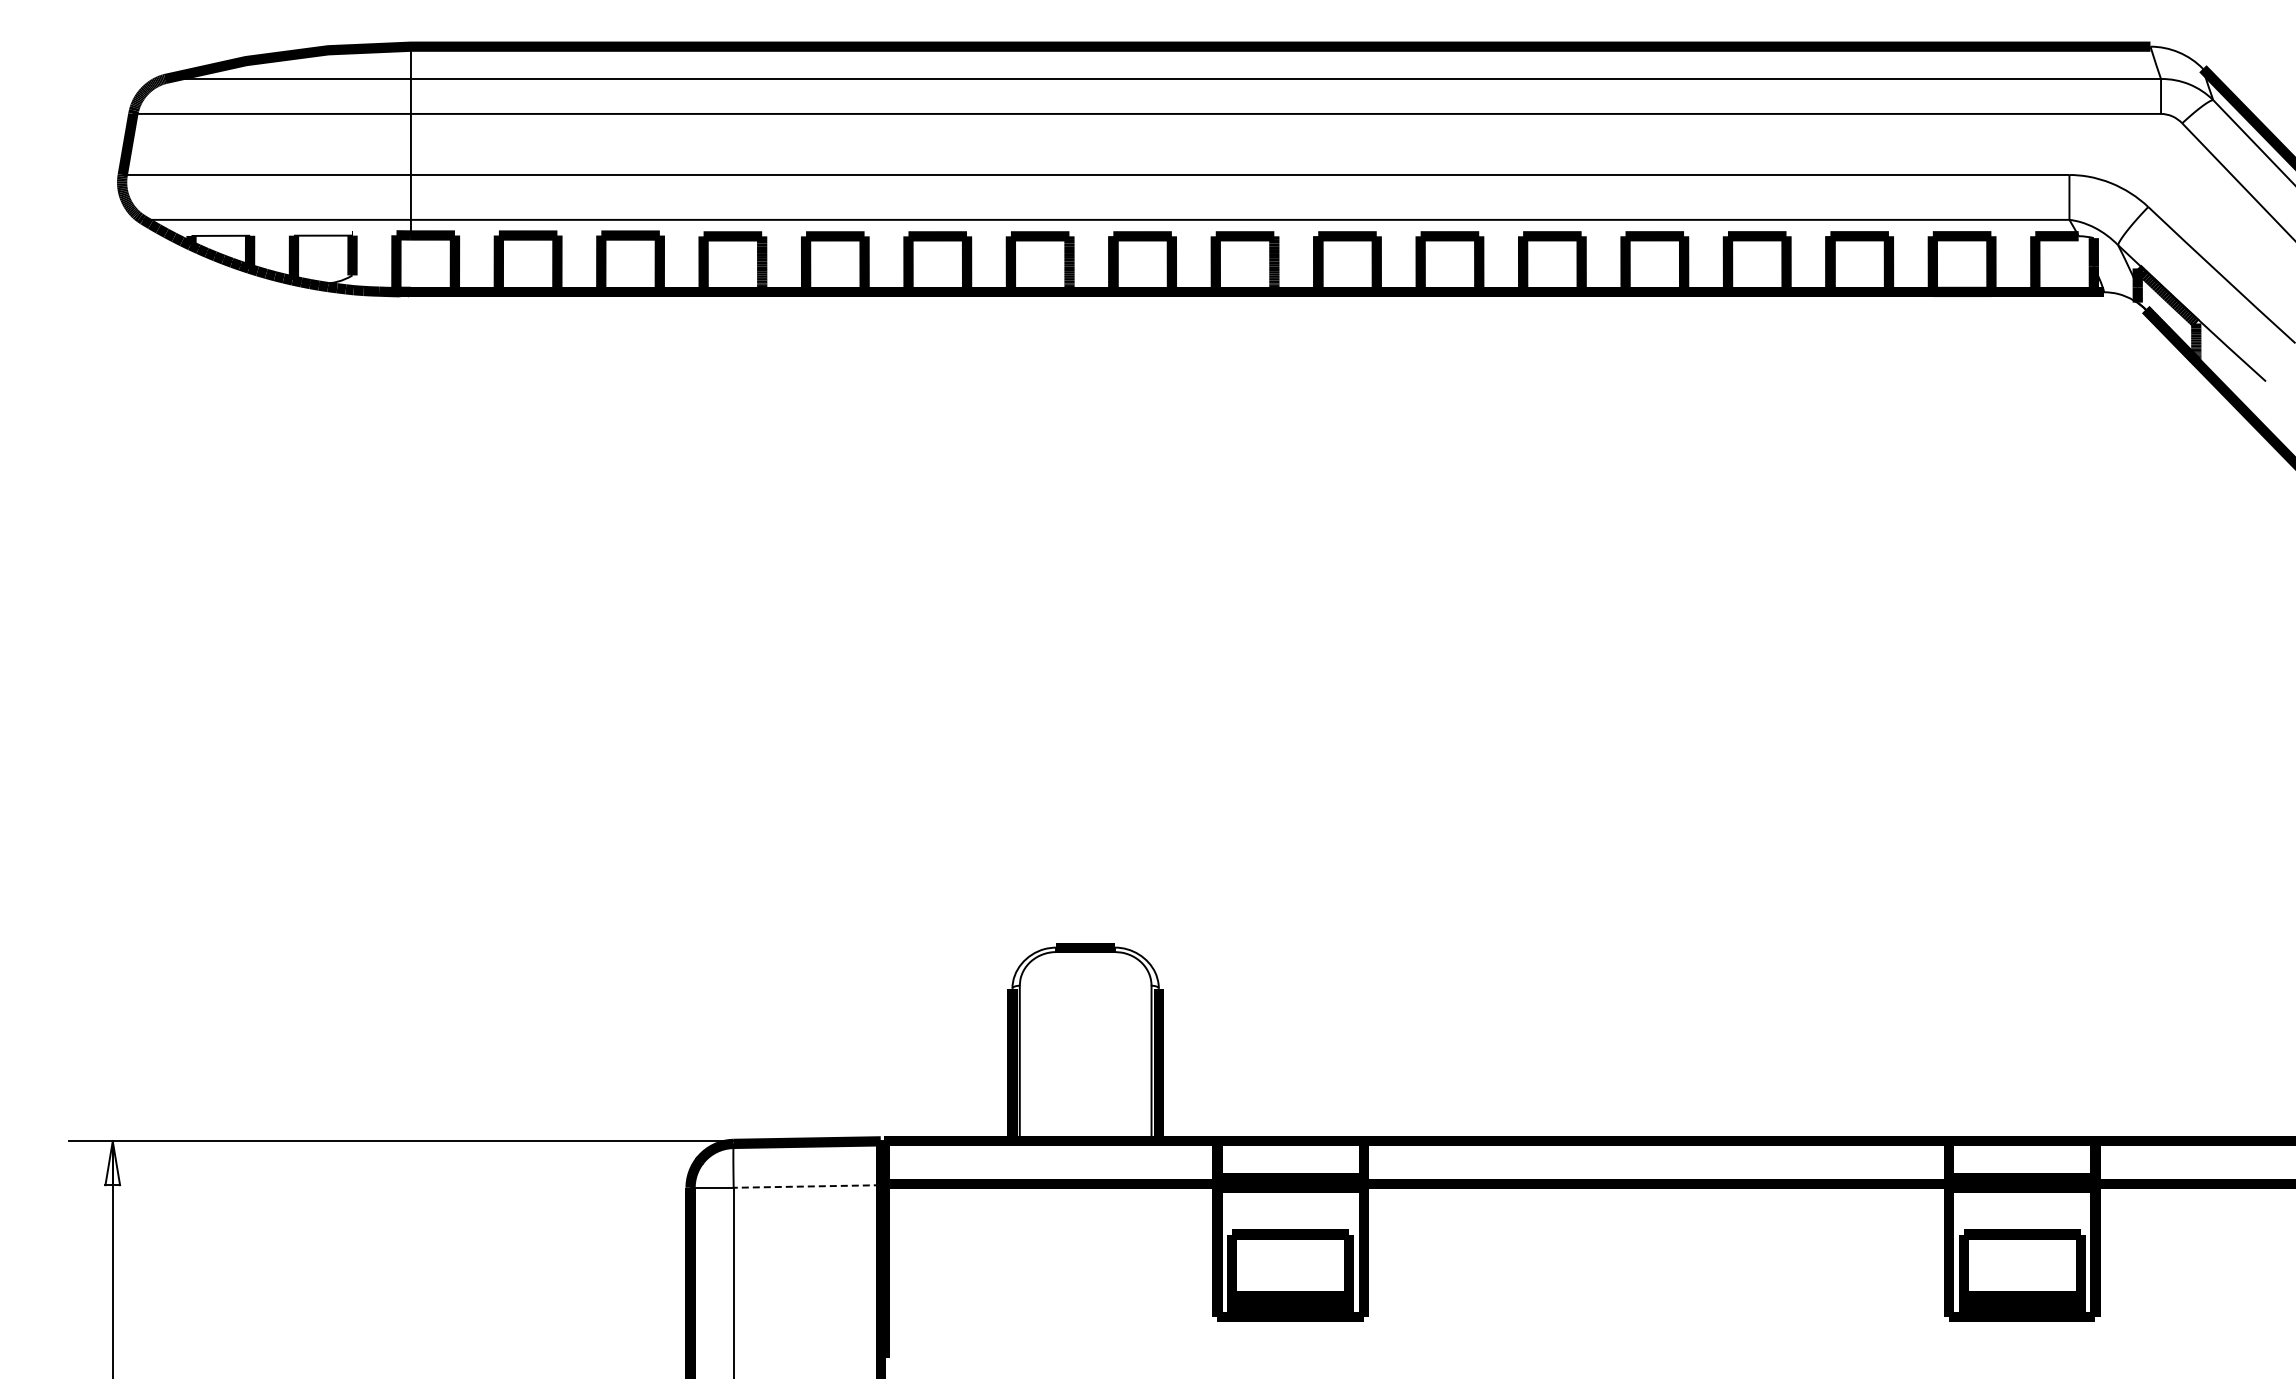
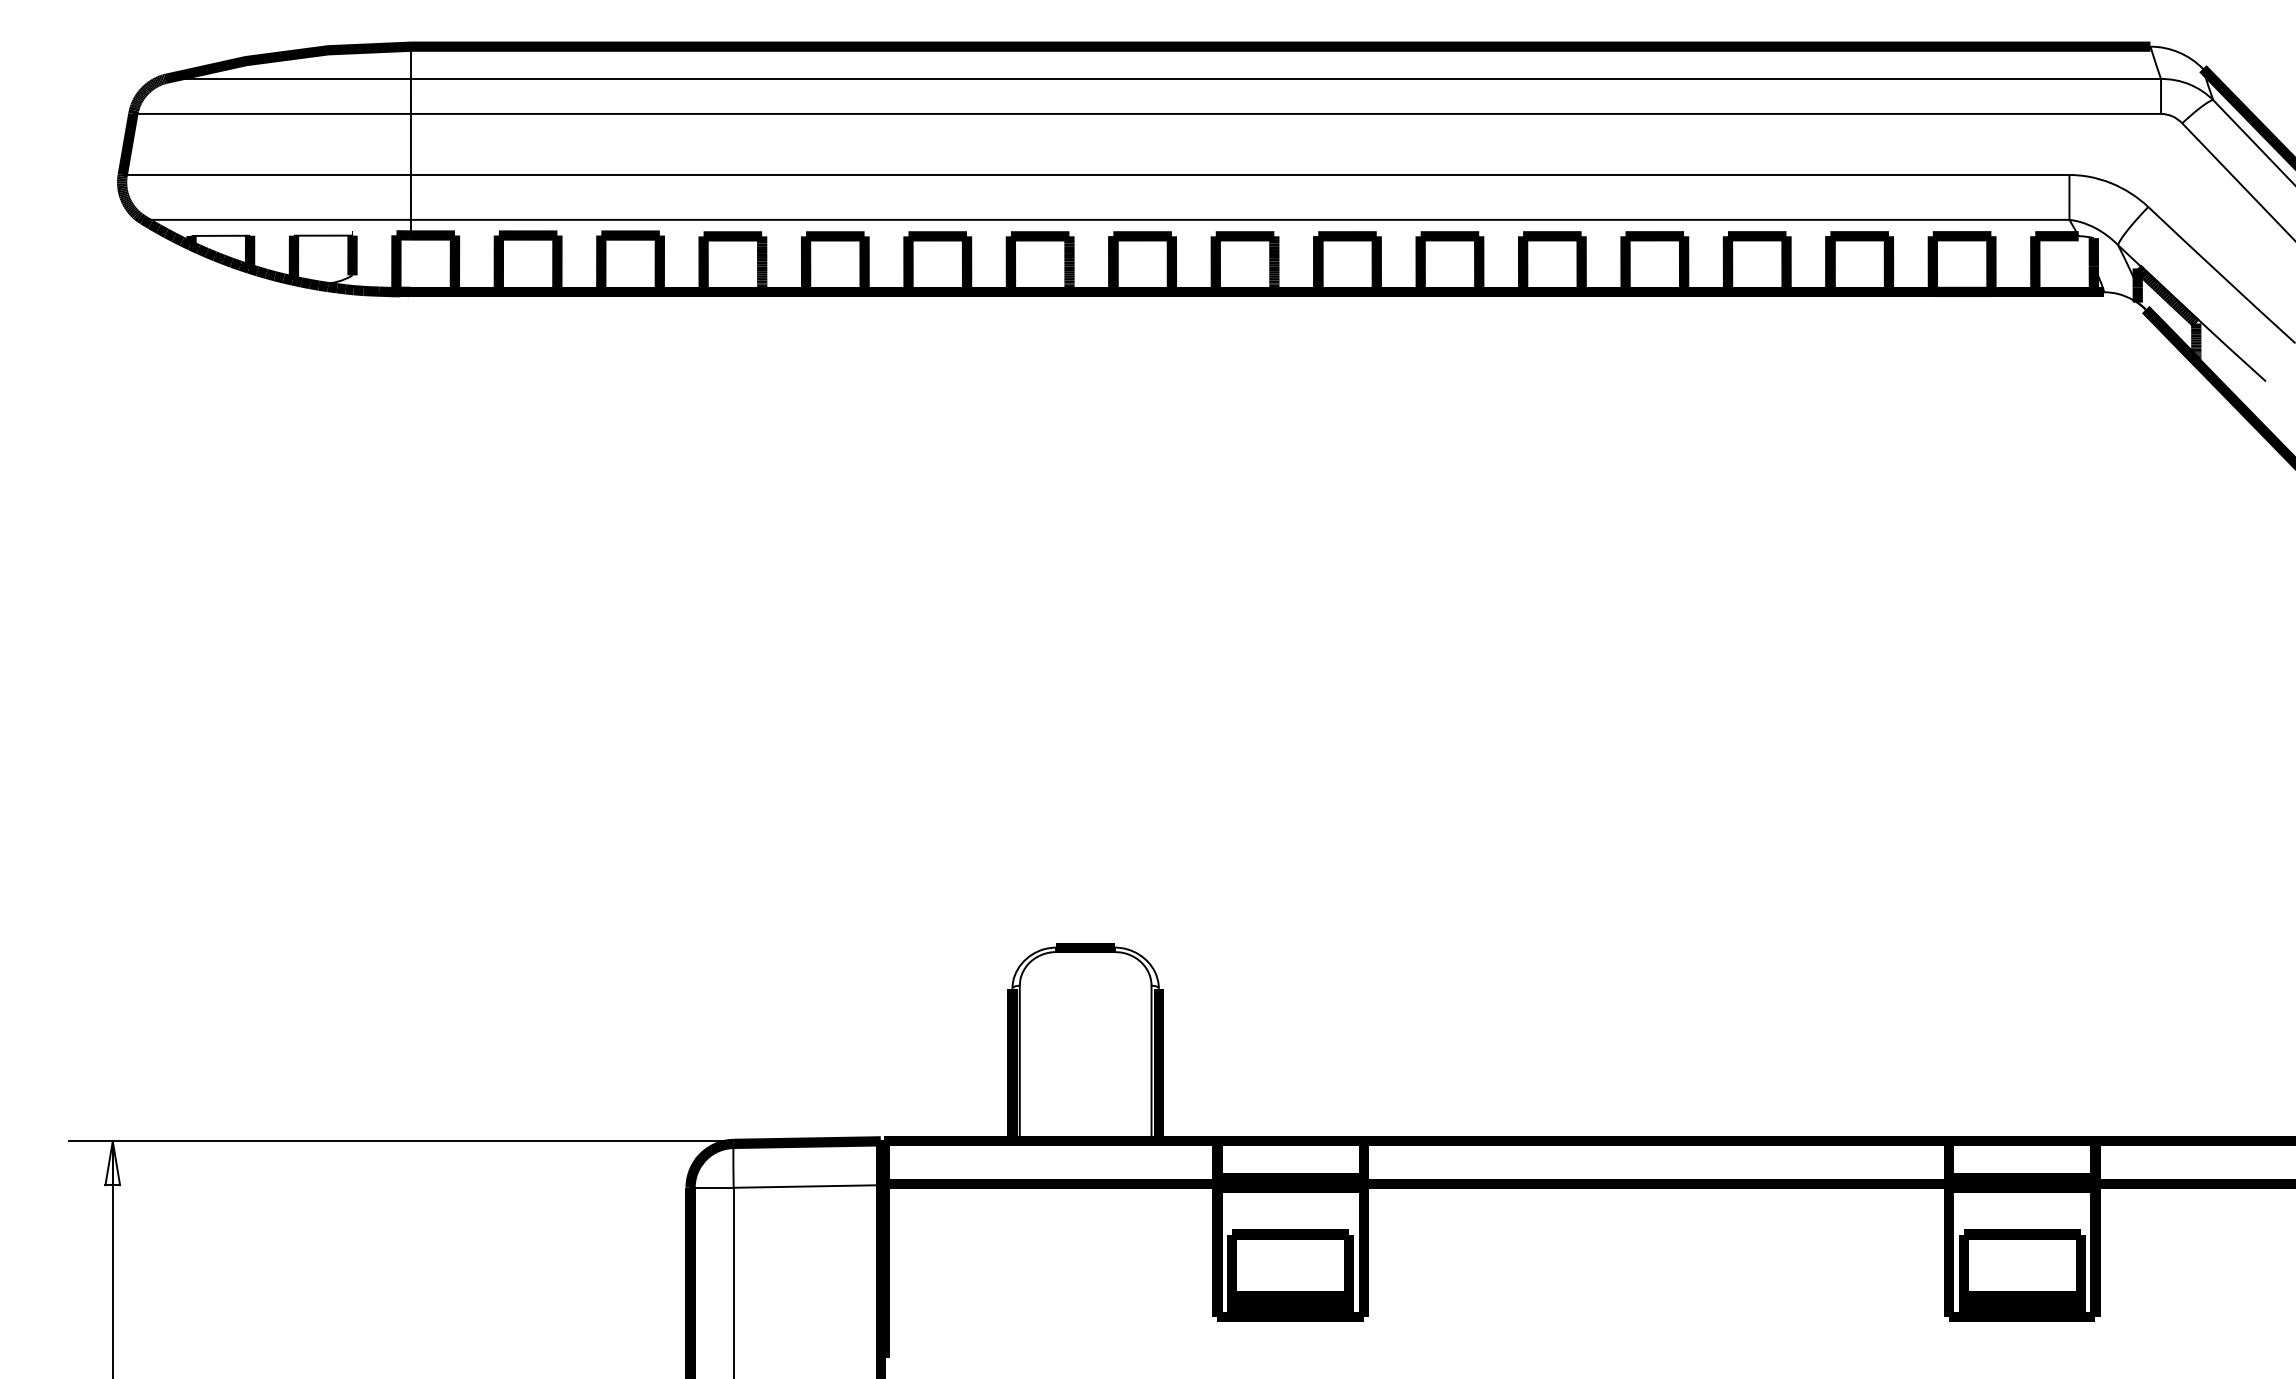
line at (807, 1186): dashed -> solid
